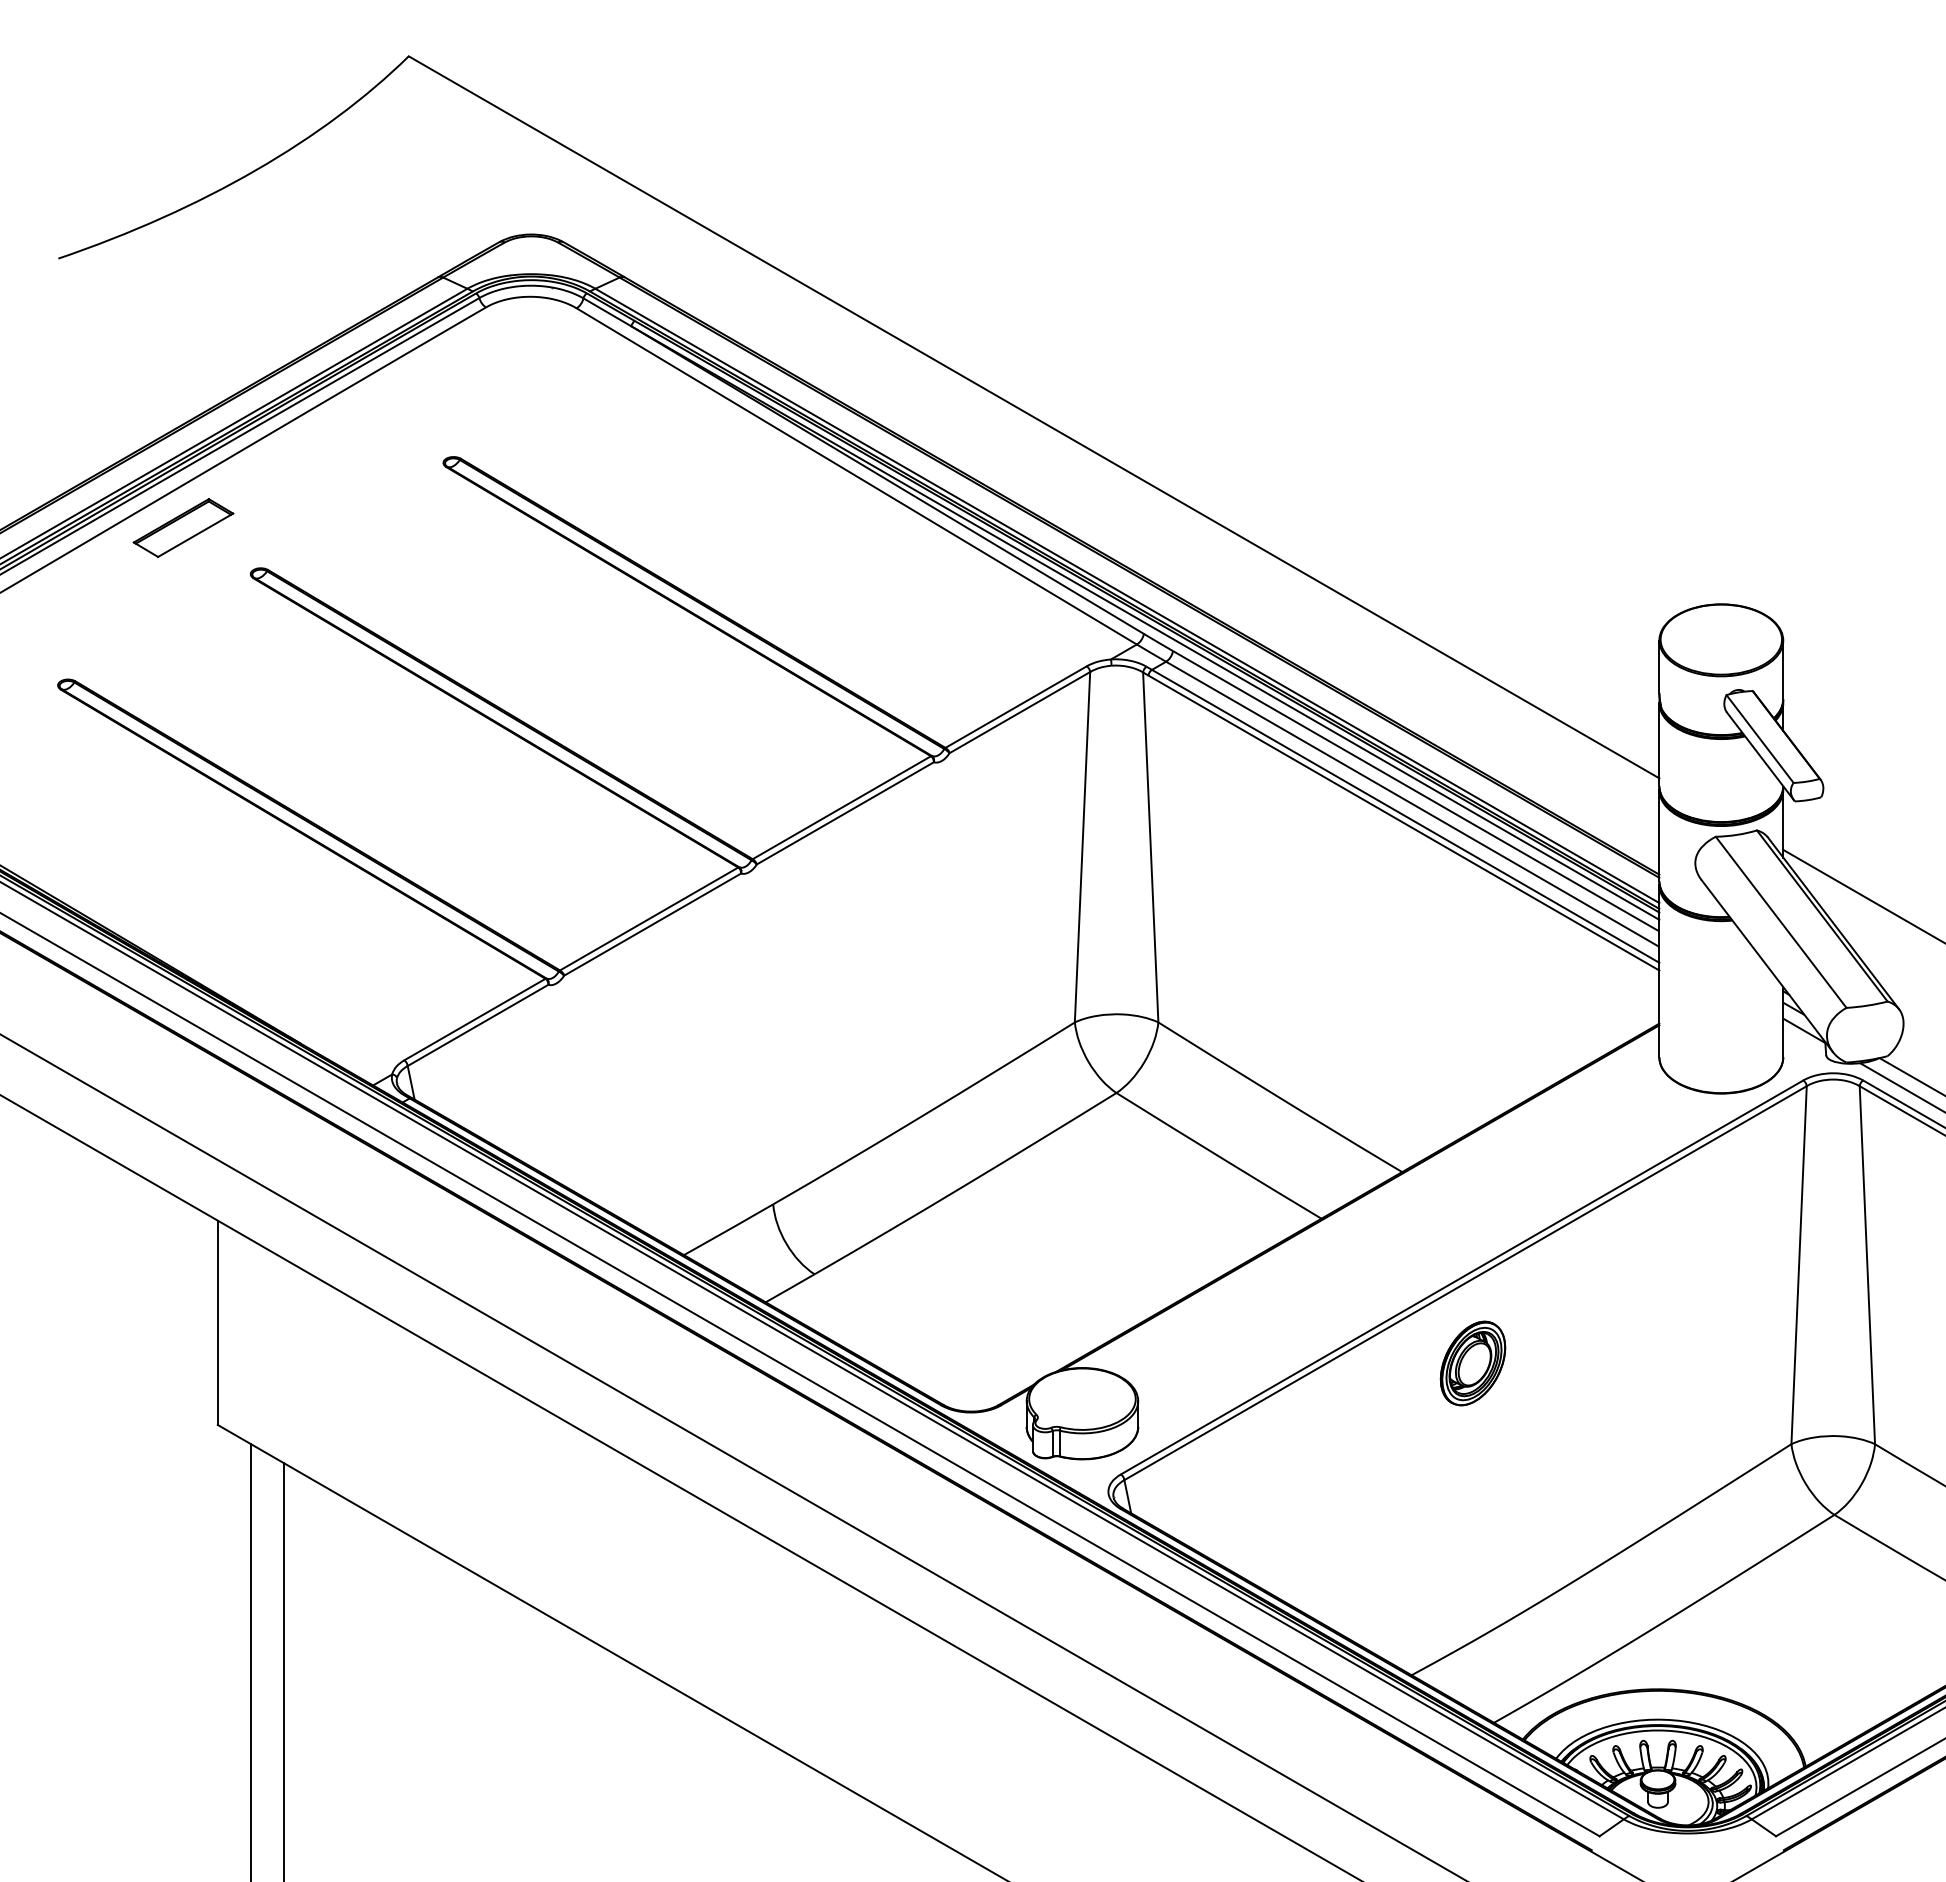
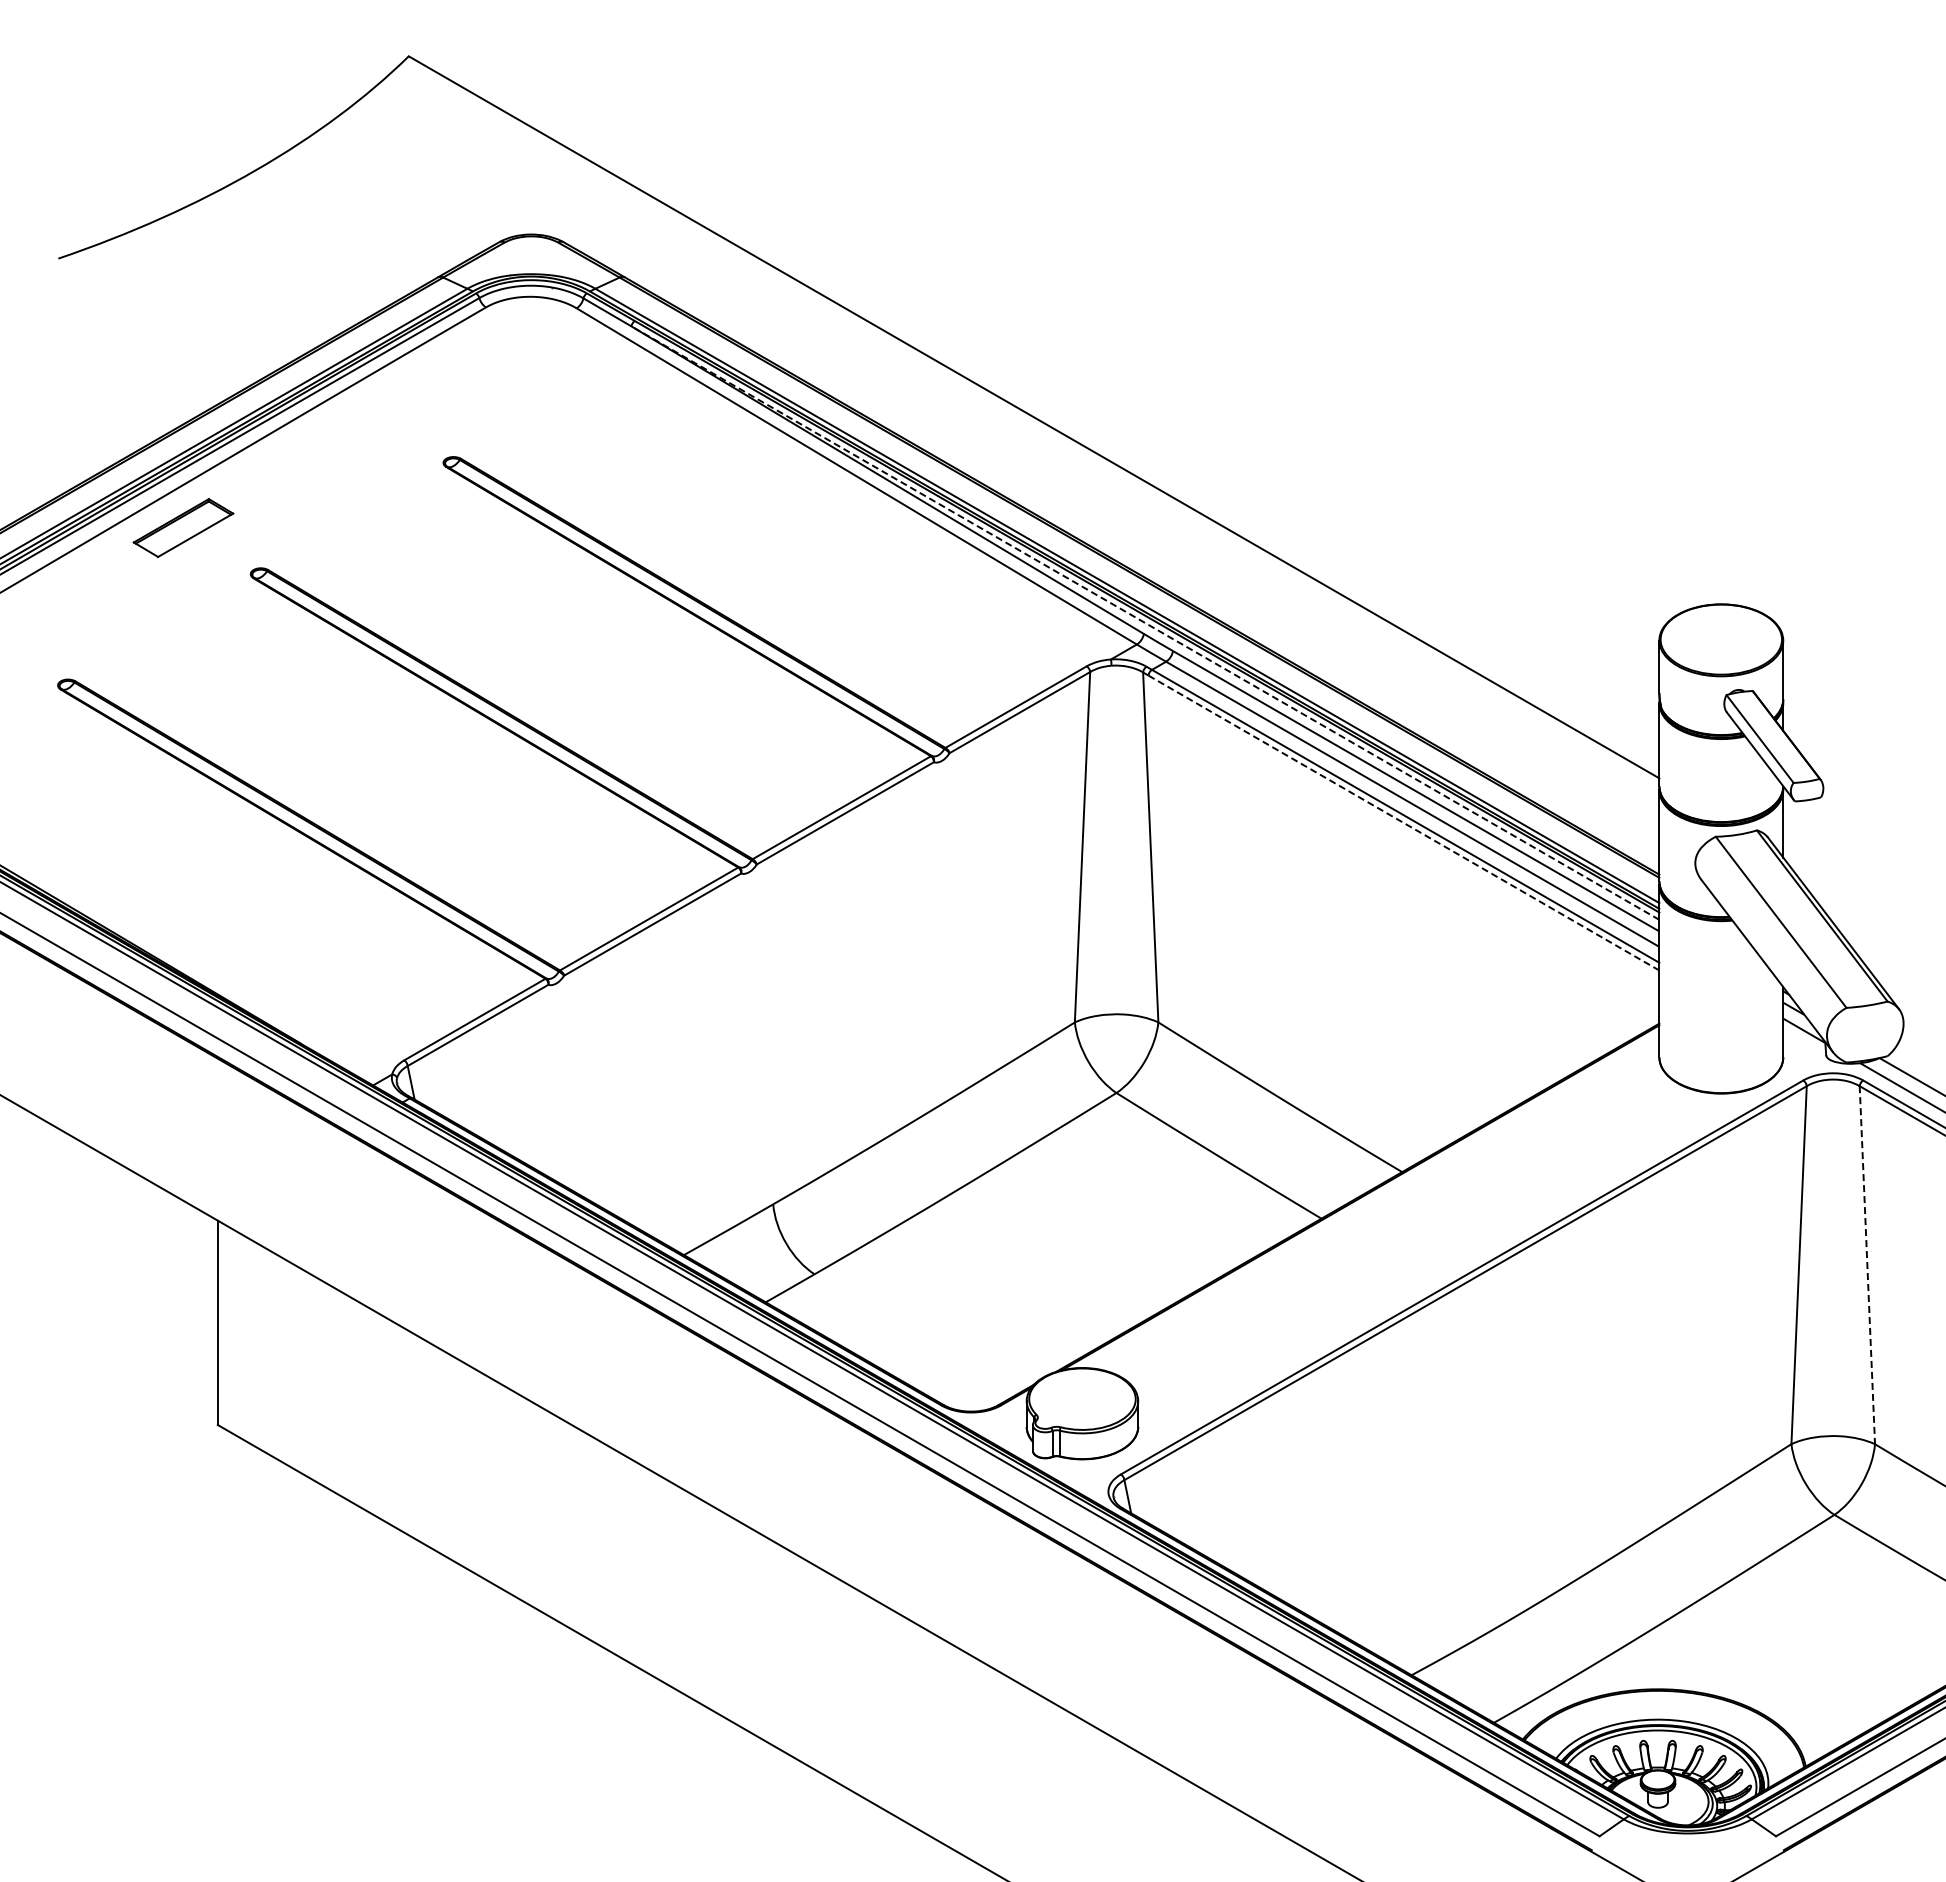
line at (1144, 622): solid -> dashed
line at (1403, 823): solid -> dashed
line at (1862, 895): present -> none
line at (1867, 1265): solid -> dashed
part at (1472, 1363): present -> none
line at (732, 1456): present -> none
line at (251, 1661): present -> none
line at (284, 1670): present -> none
